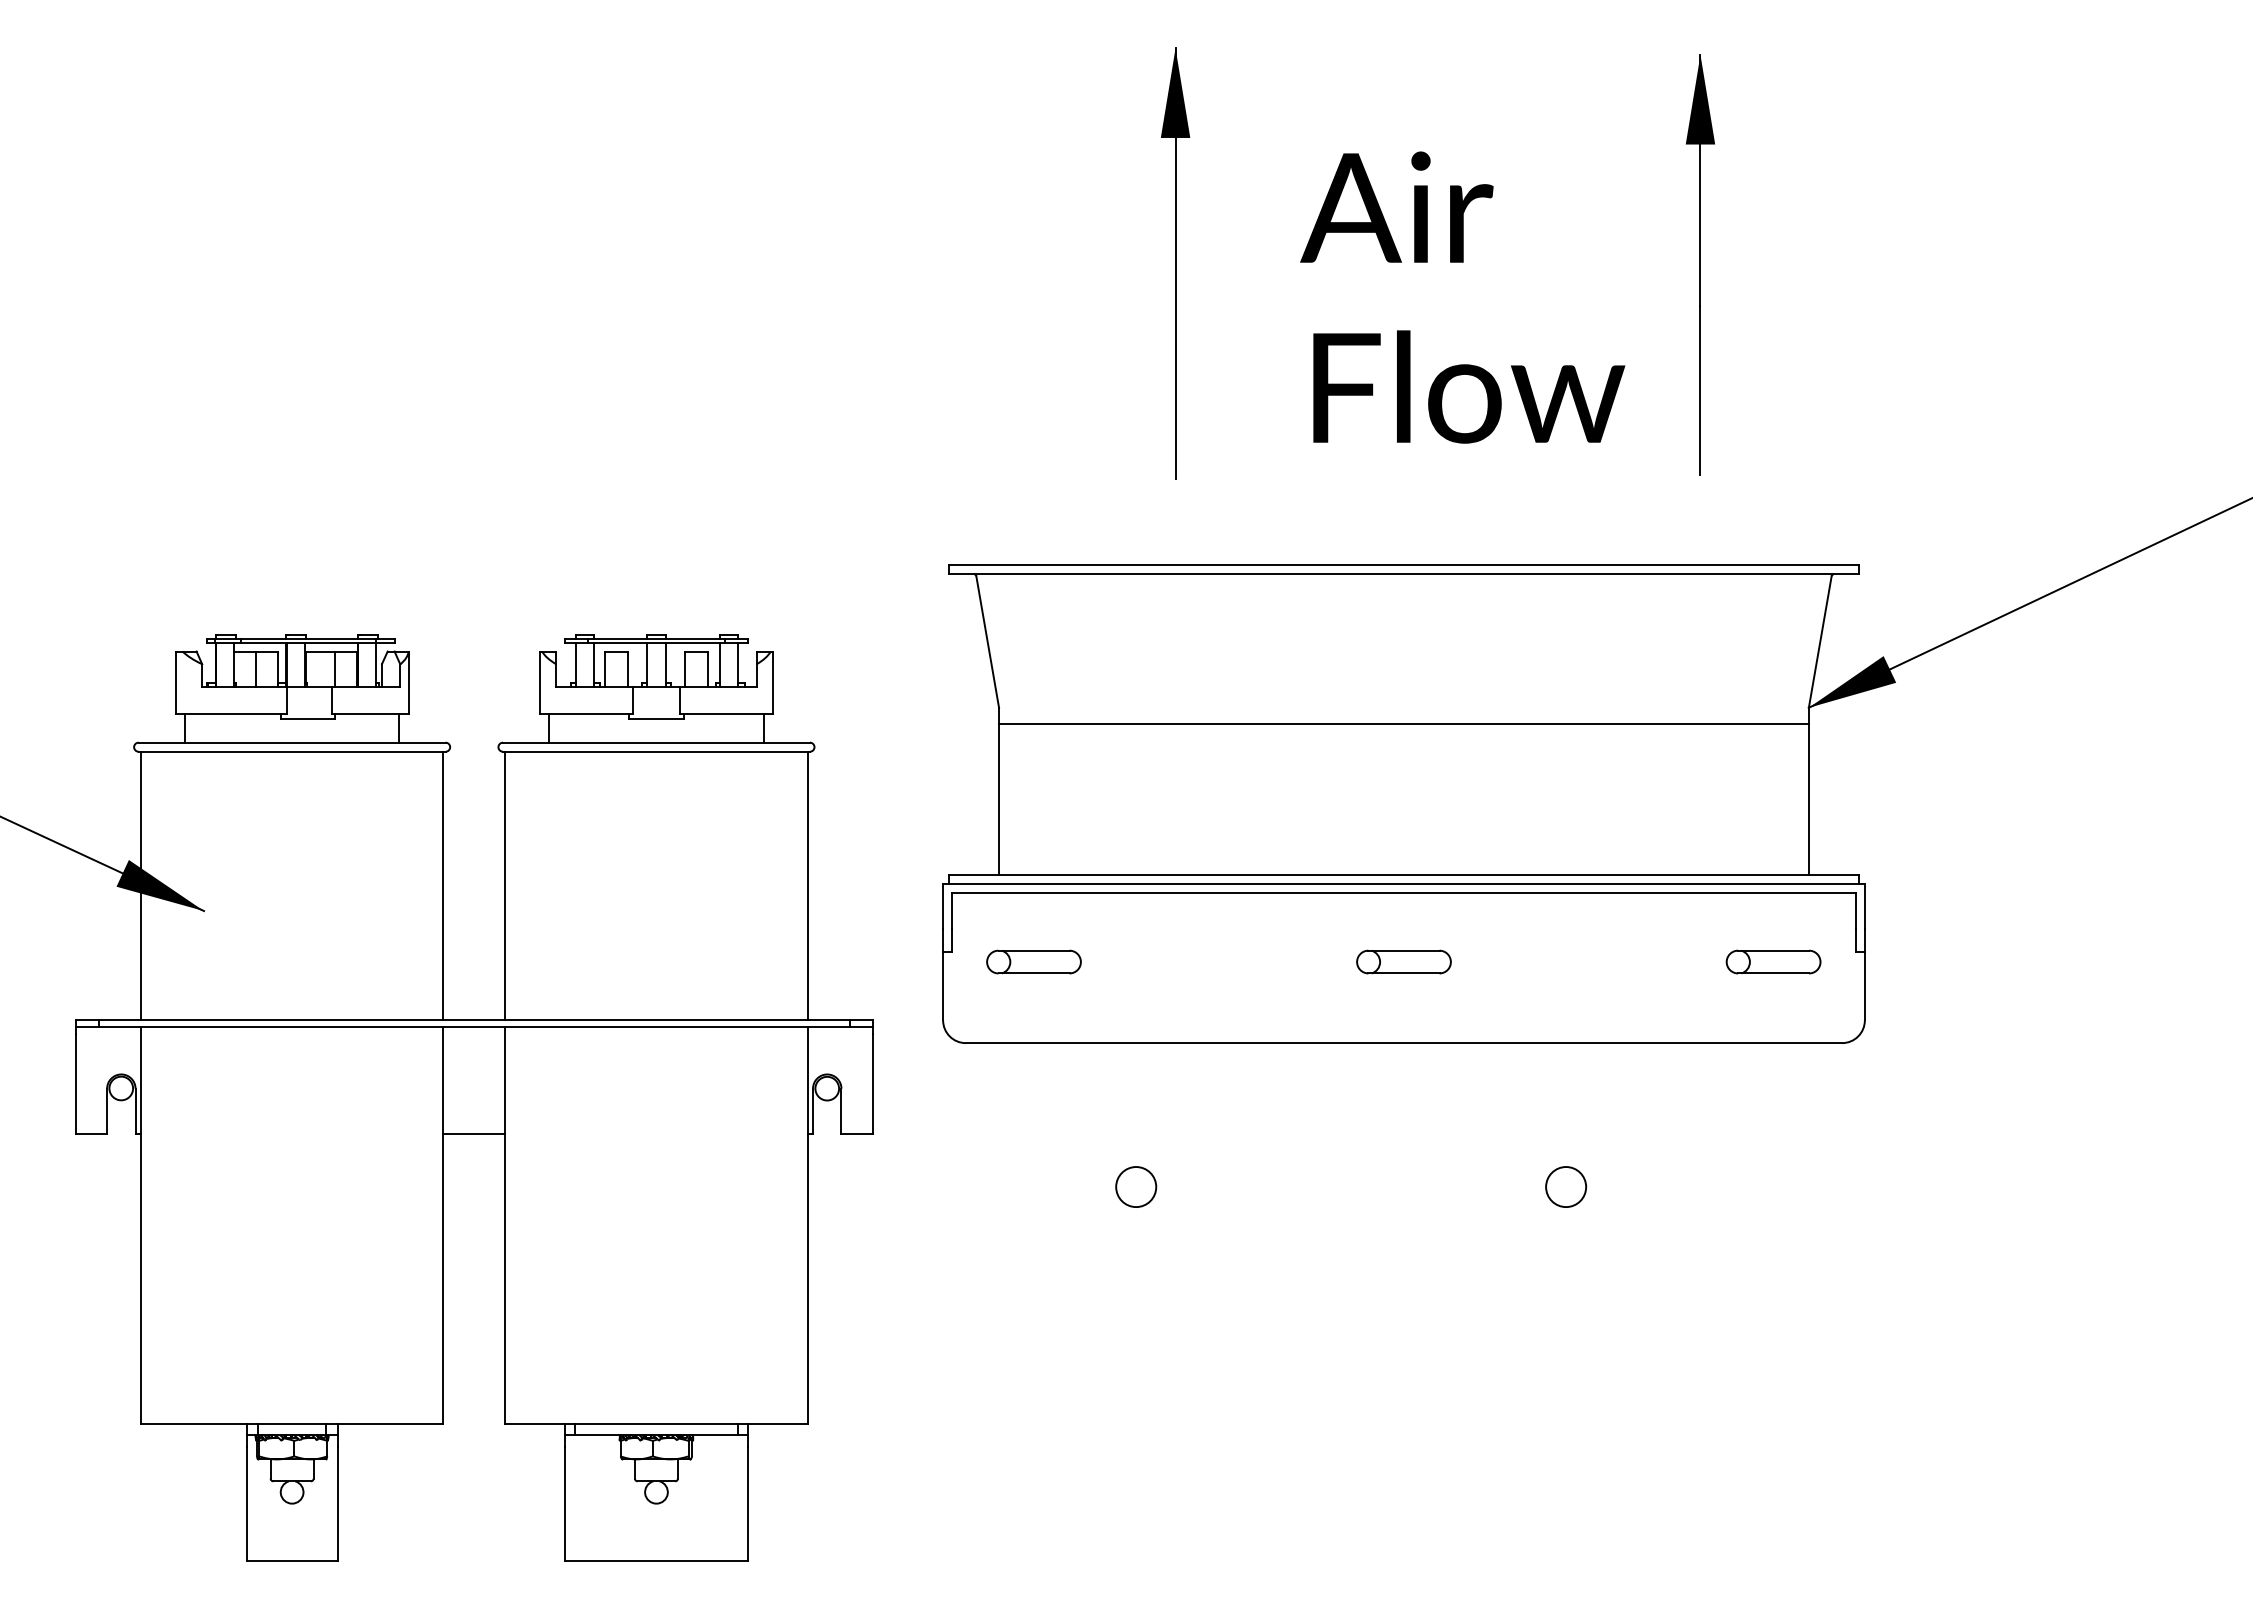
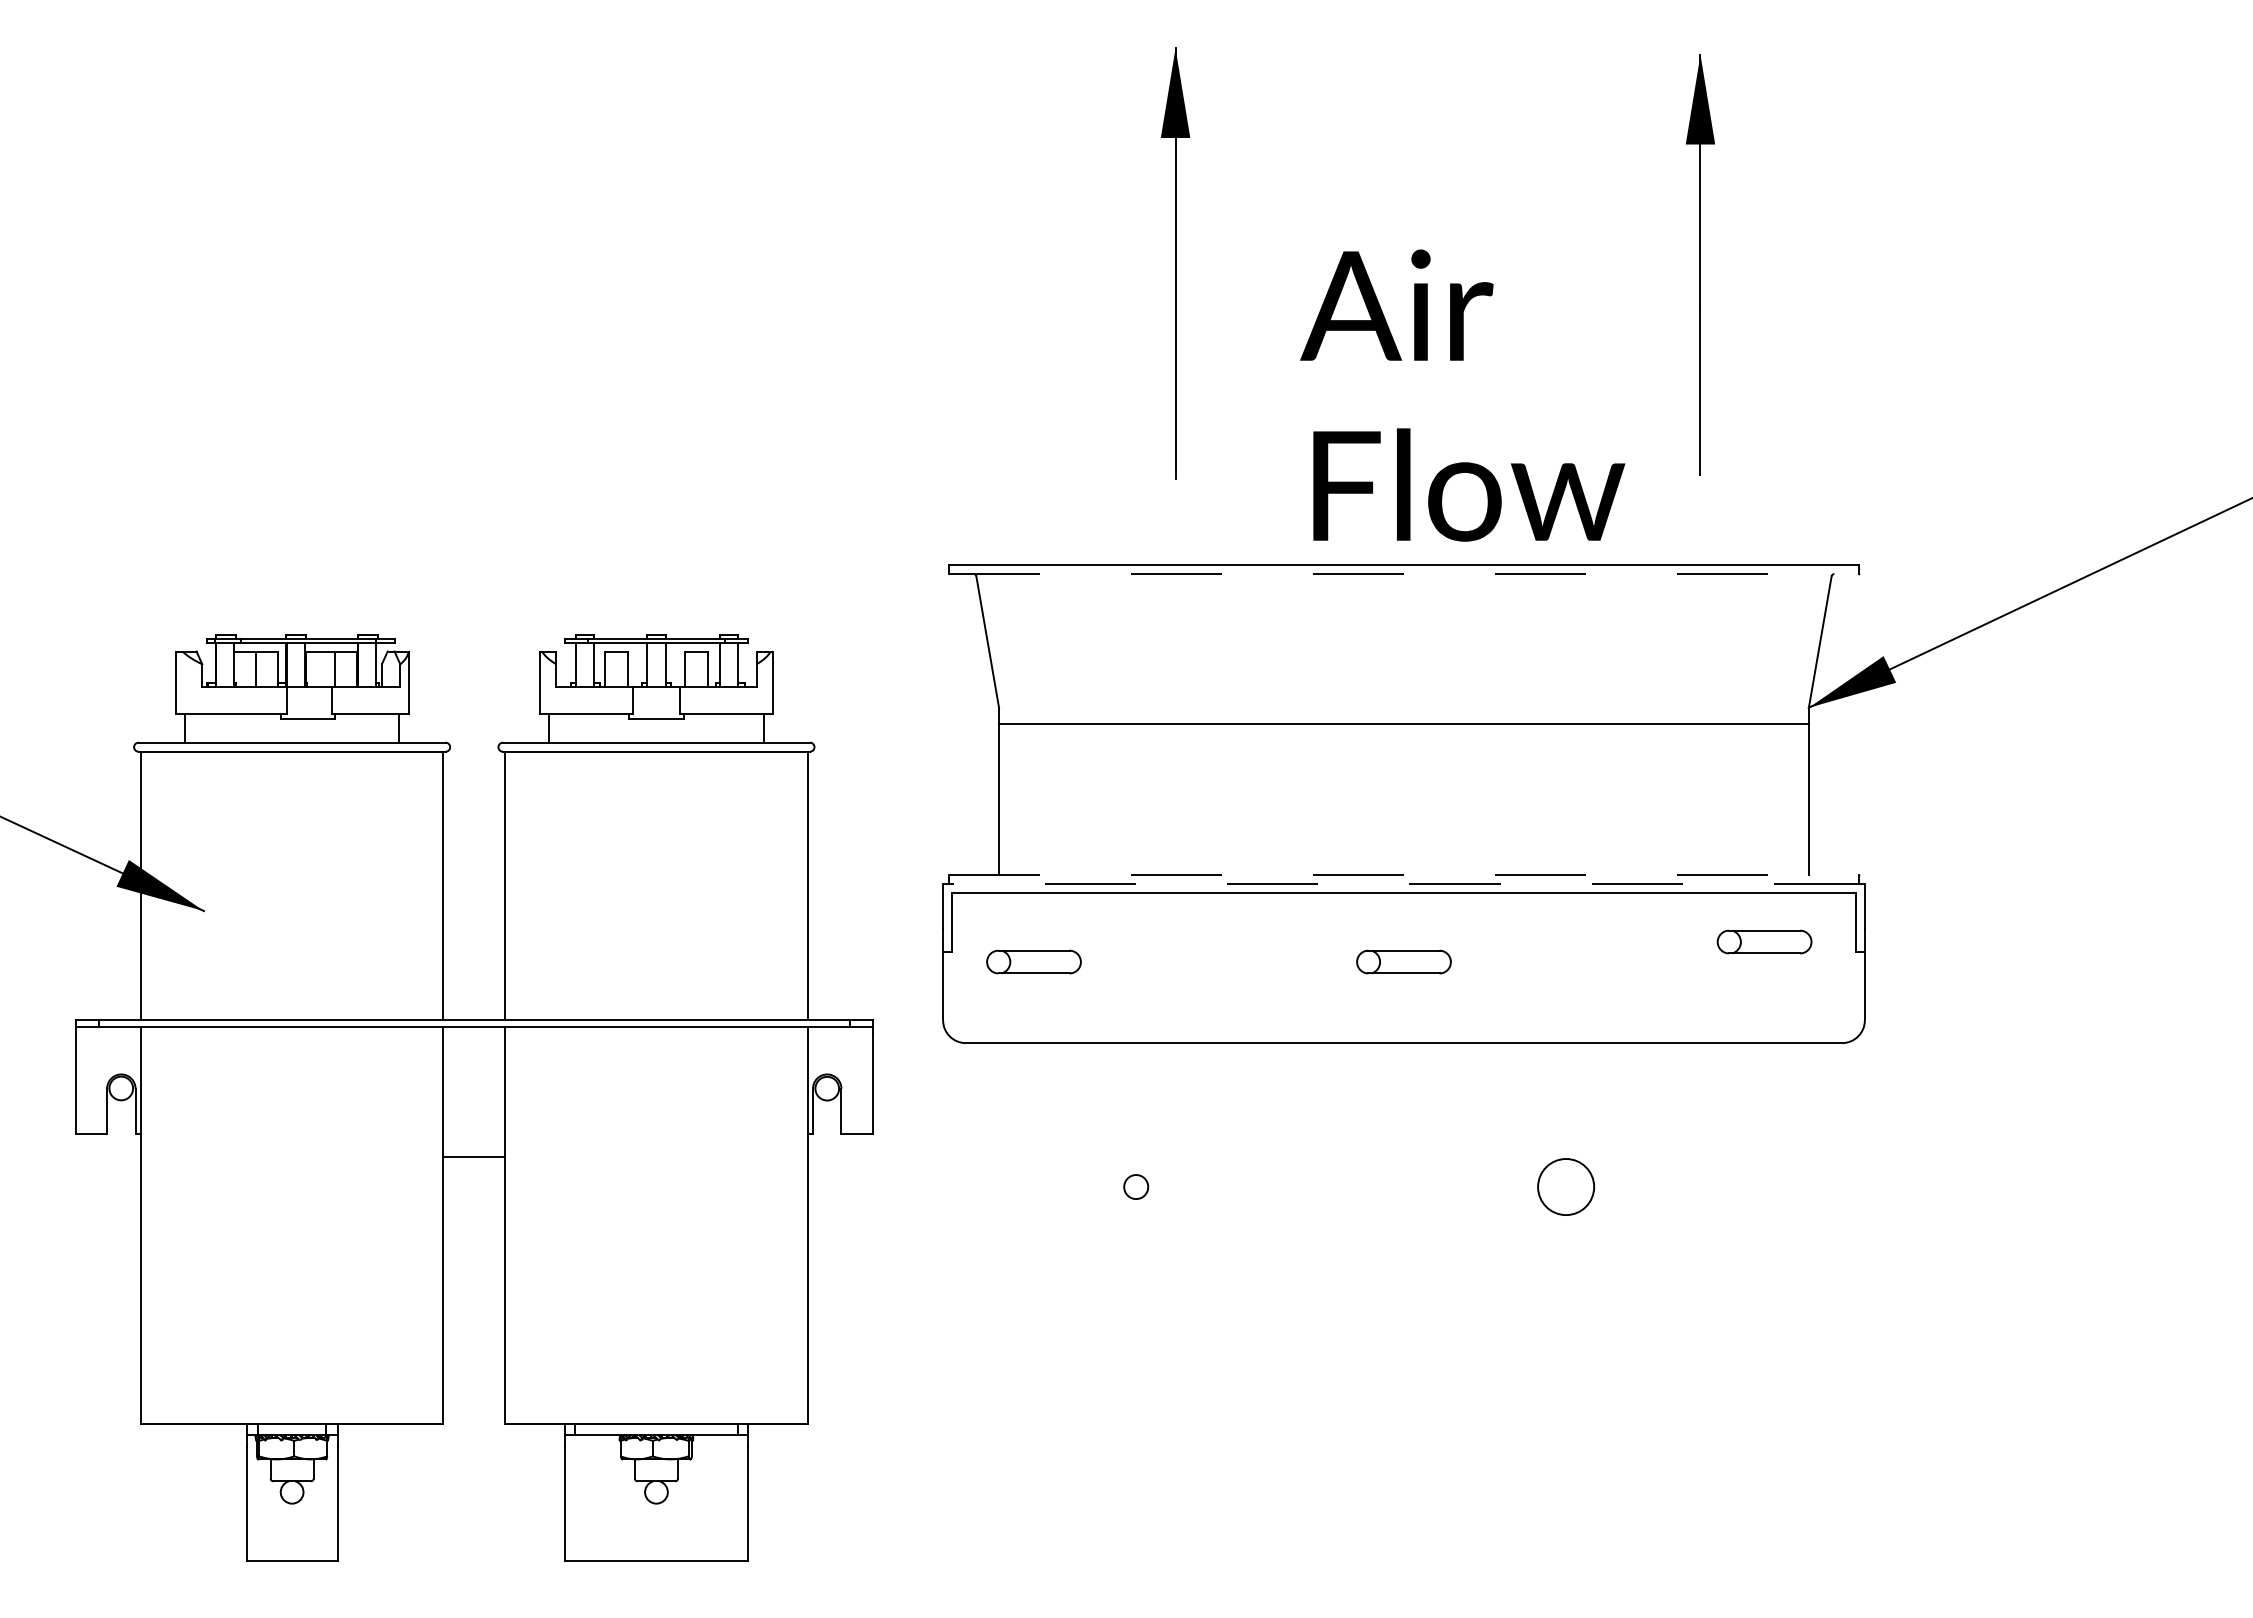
text at (1462, 297) position: (1462, 297) -> (1462, 395)
line at (1404, 574): solid -> dashed
line at (1404, 874): solid -> dashed
line at (1404, 883): solid -> dashed
part at (1773, 961) position: (1773, 961) -> (1764, 941)
line at (474, 1134) position: (474, 1134) -> (474, 1157)
circle at (1136, 1187) diameter: 40 px -> 24 px
circle at (1566, 1187) diameter: 40 px -> 56 px
